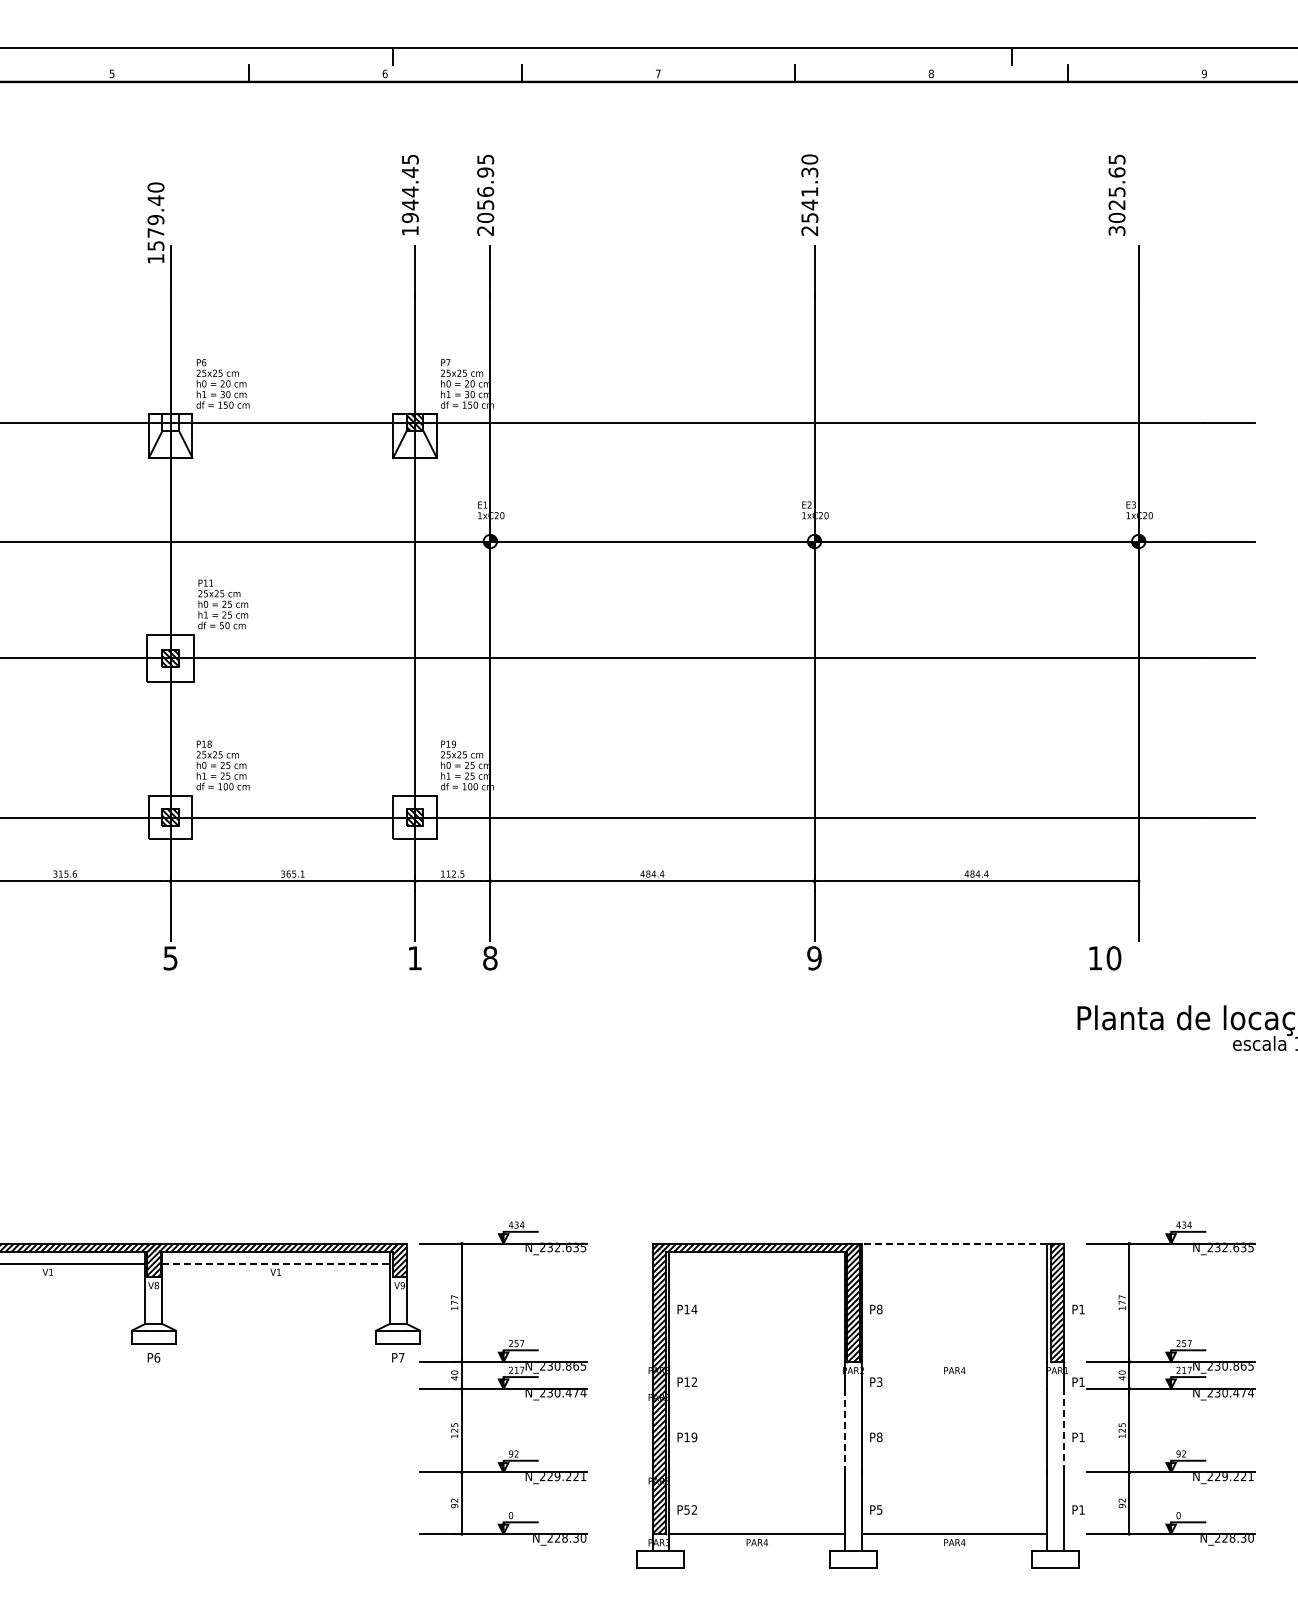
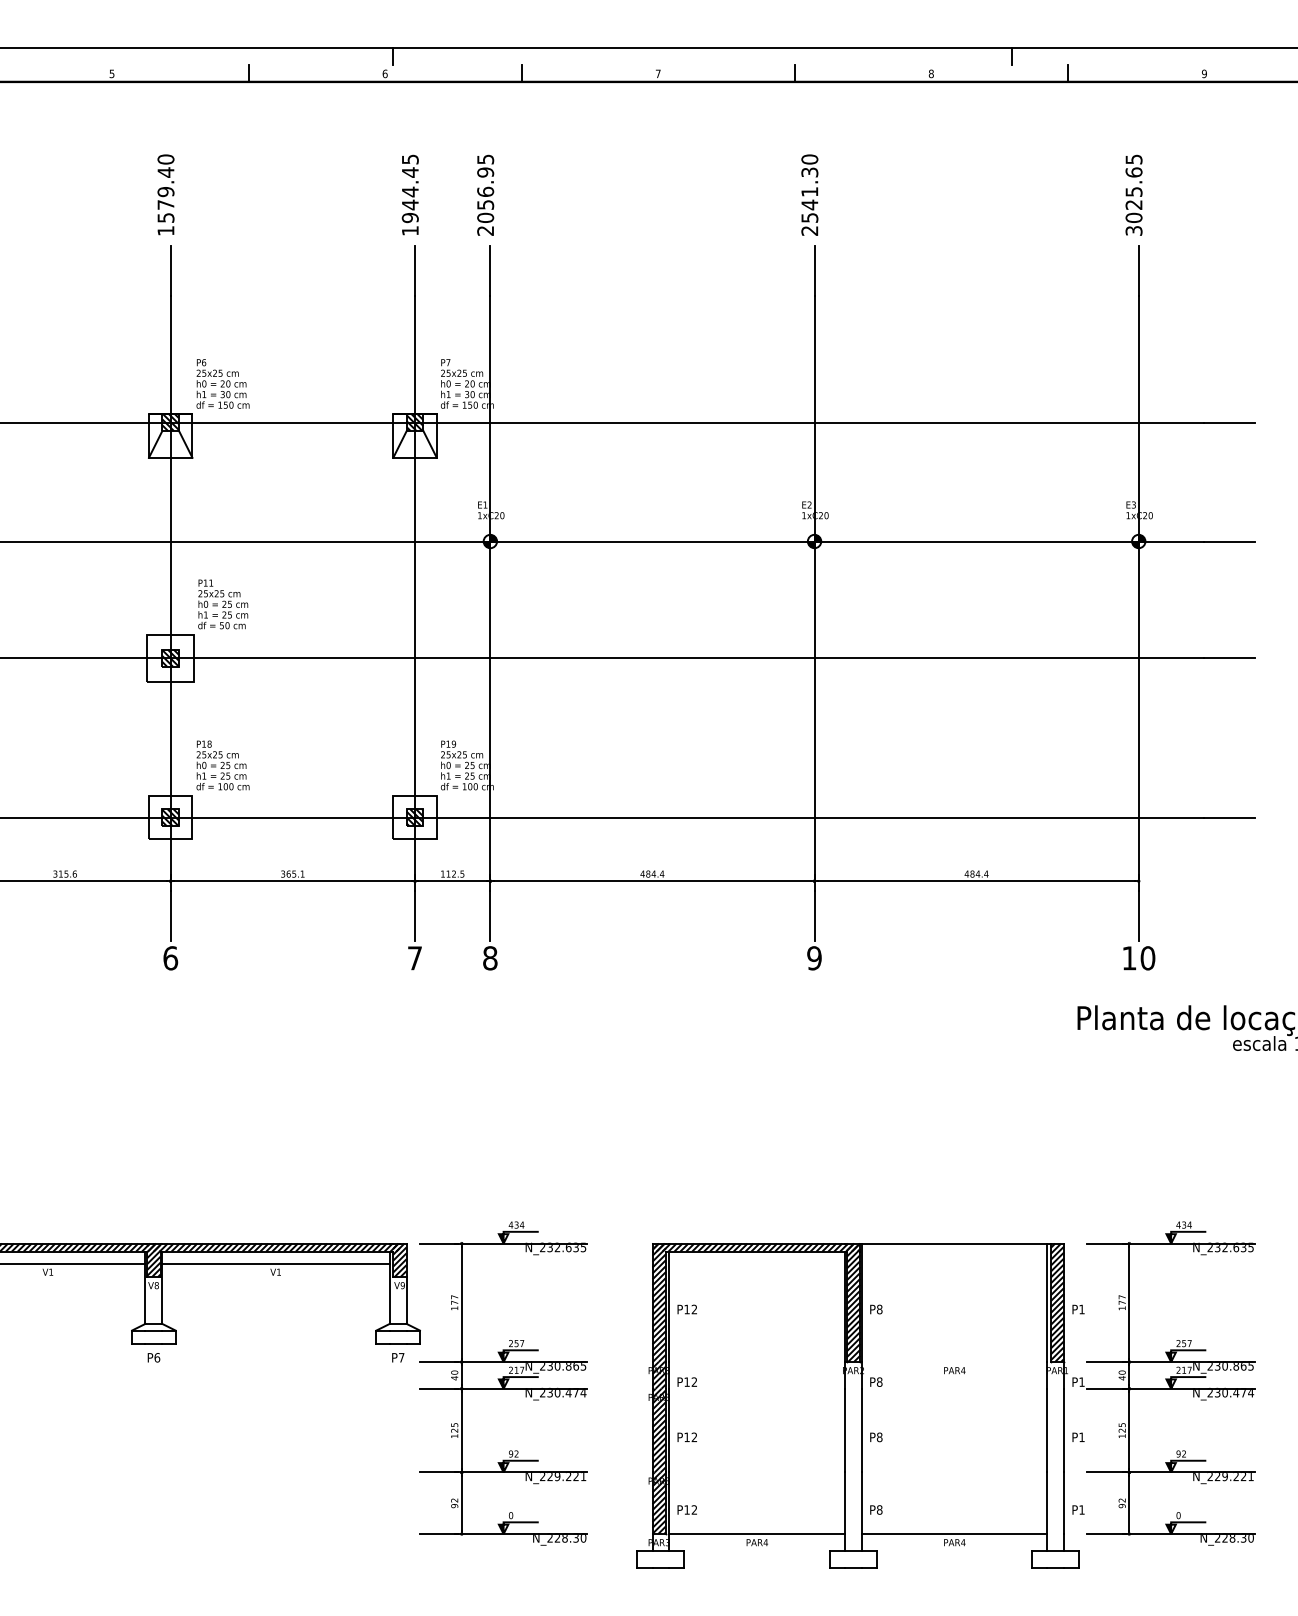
text at (1116, 194) position: (1116, 194) -> (1133, 194)
text at (155, 222) position: (155, 222) -> (165, 194)
hatch at (170, 422): none -> present
text at (170, 958): 5 -> 6
text at (414, 958): 1 -> 7
text at (1105, 958) position: (1105, 958) -> (1139, 958)
line at (954, 1243): dashed -> solid
line at (276, 1263): dashed -> solid
text at (694, 1309): P14 -> P12
text at (879, 1381): P3 -> P8
line at (845, 1430): dashed -> solid
line at (1064, 1430): dashed -> solid
text at (694, 1437): P19 -> P12
text at (686, 1509): P52 -> P12
text at (879, 1509): P5 -> P8
